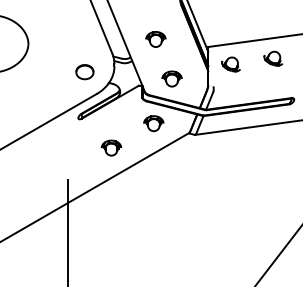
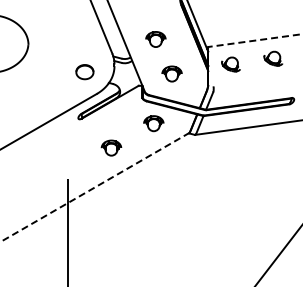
line at (255, 40): solid -> dashed
part at (171, 78) position: (171, 78) -> (171, 73)
line at (94, 187): solid -> dashed
